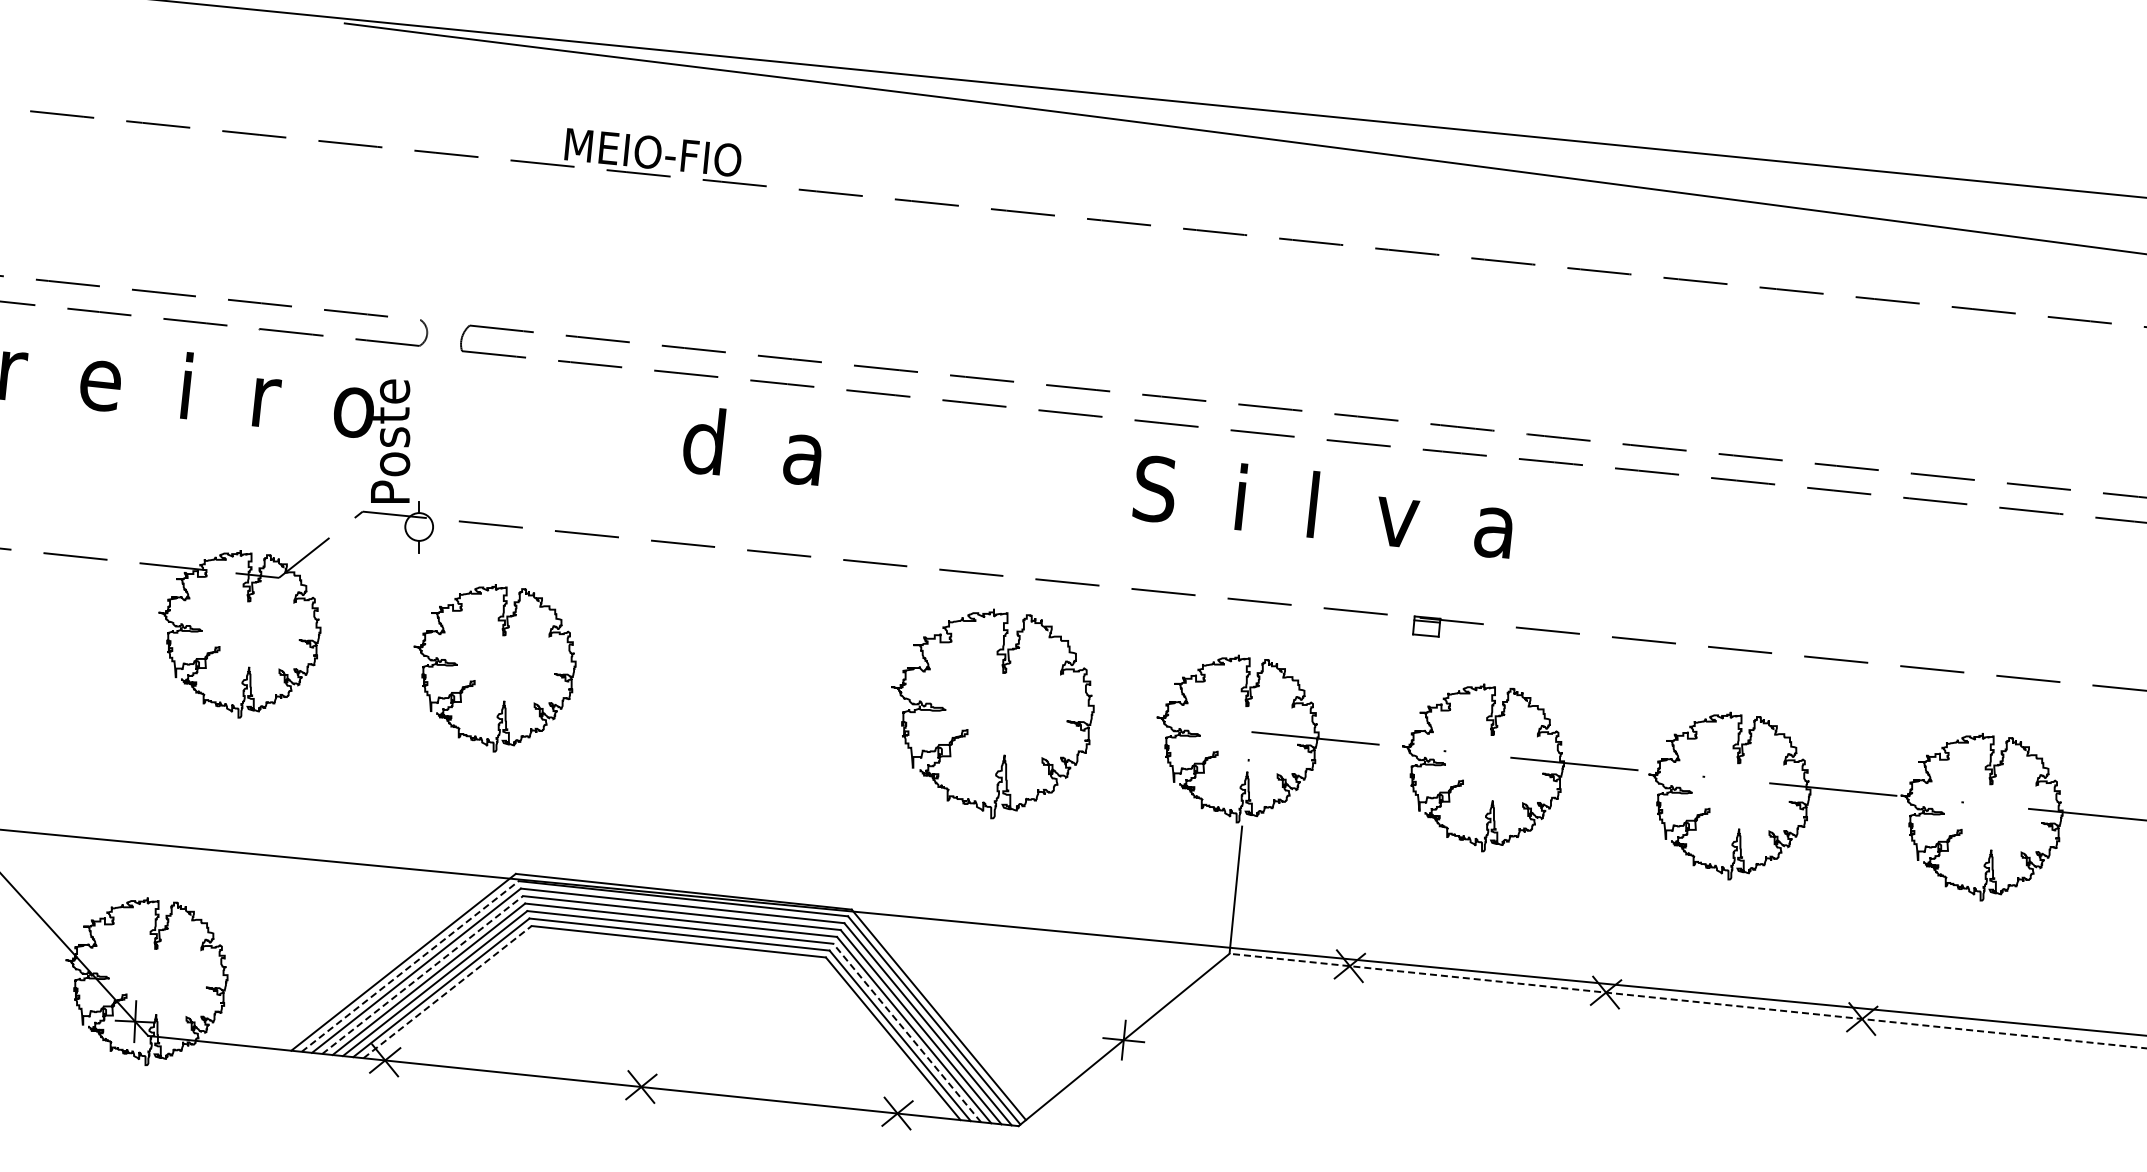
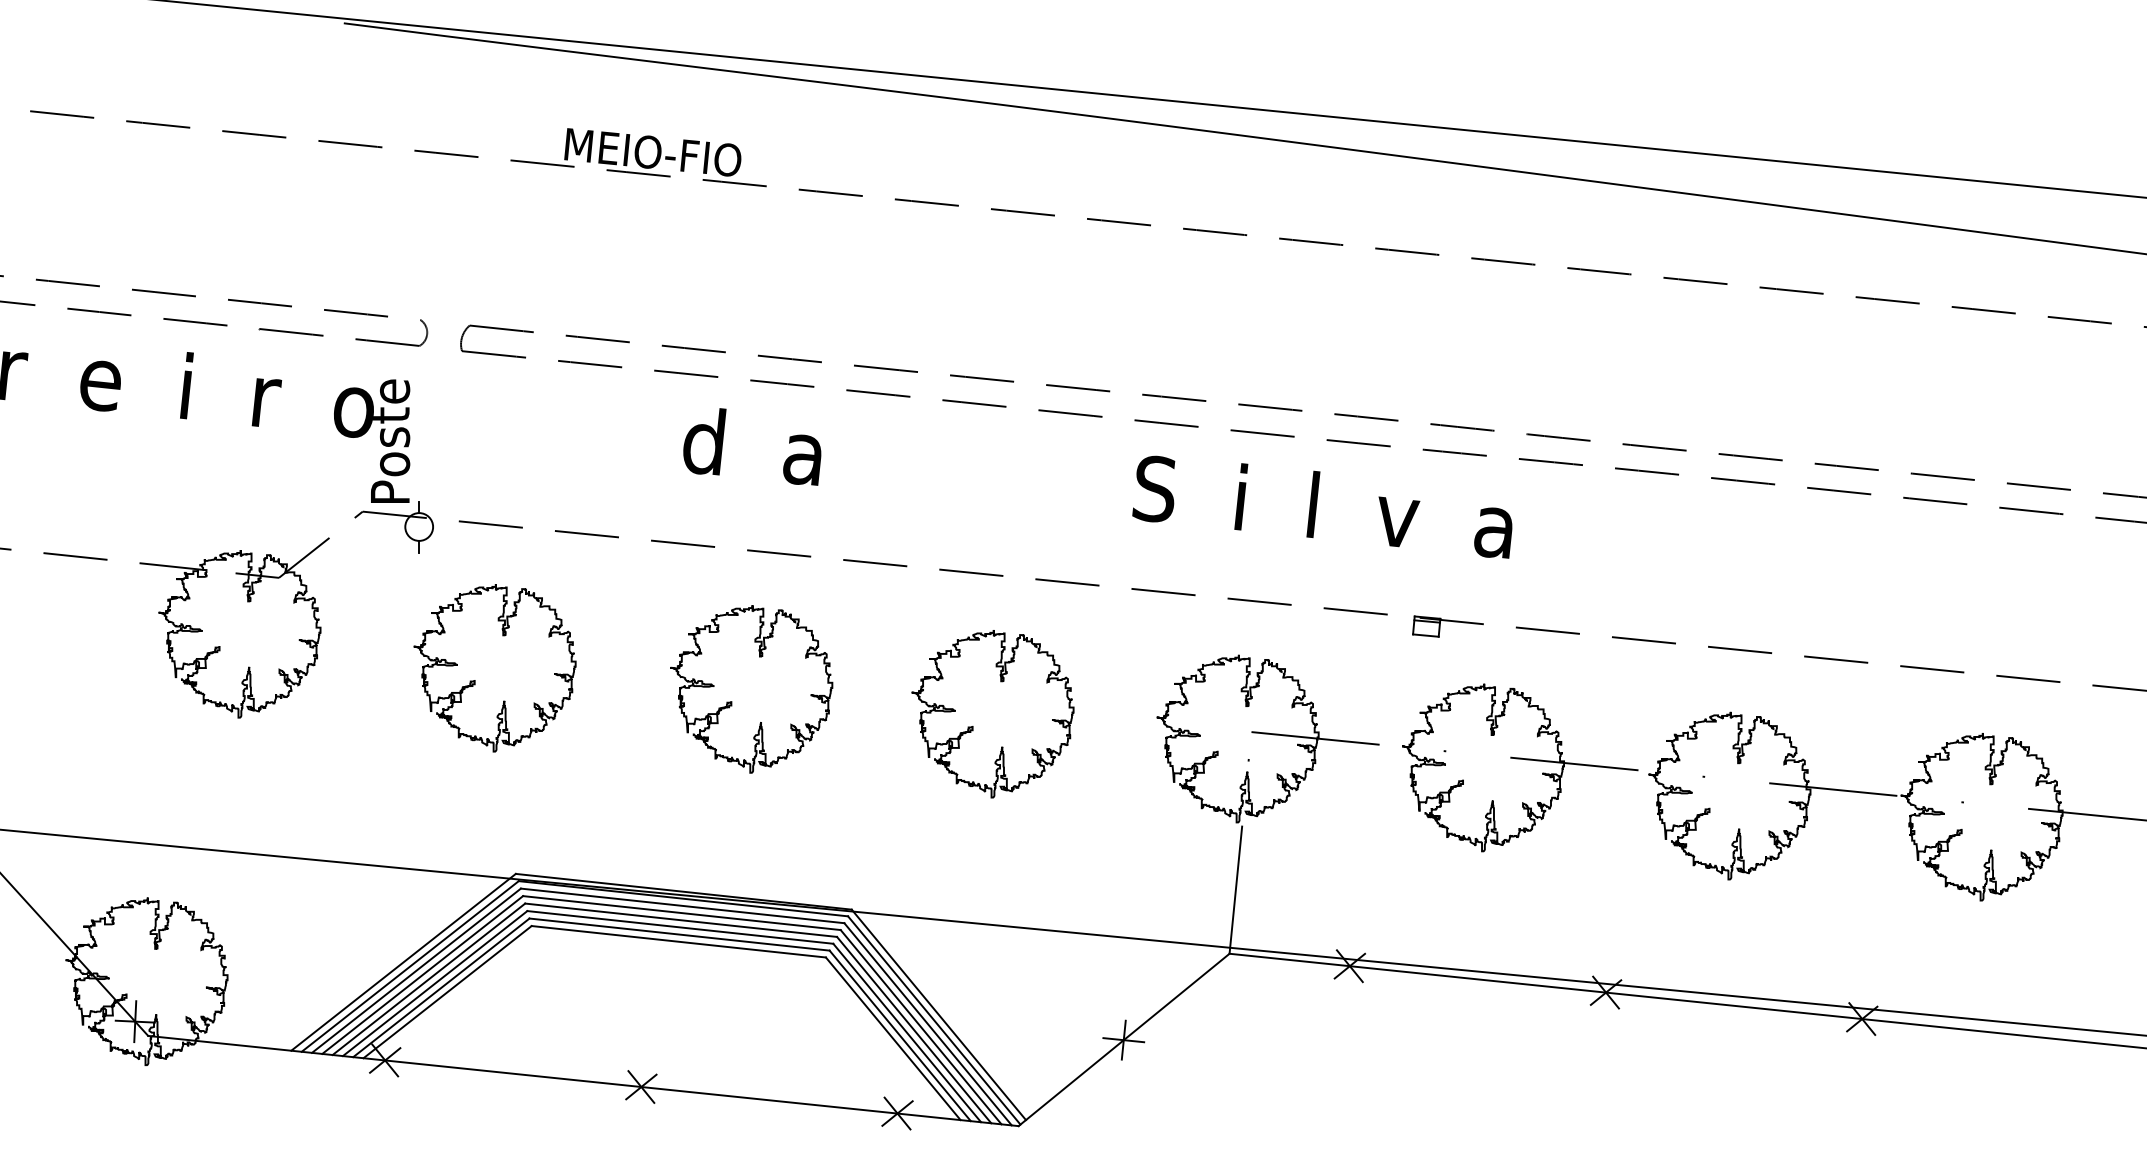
part at (751, 689): none -> present
part at (992, 713) size: 204x212 px -> 164x169 px
line at (410, 966): dashed -> solid
line at (422, 975): dashed -> solid
line at (447, 992): dashed -> solid
line at (1687, 1001): dashed -> solid
line at (907, 1032): dashed -> solid
